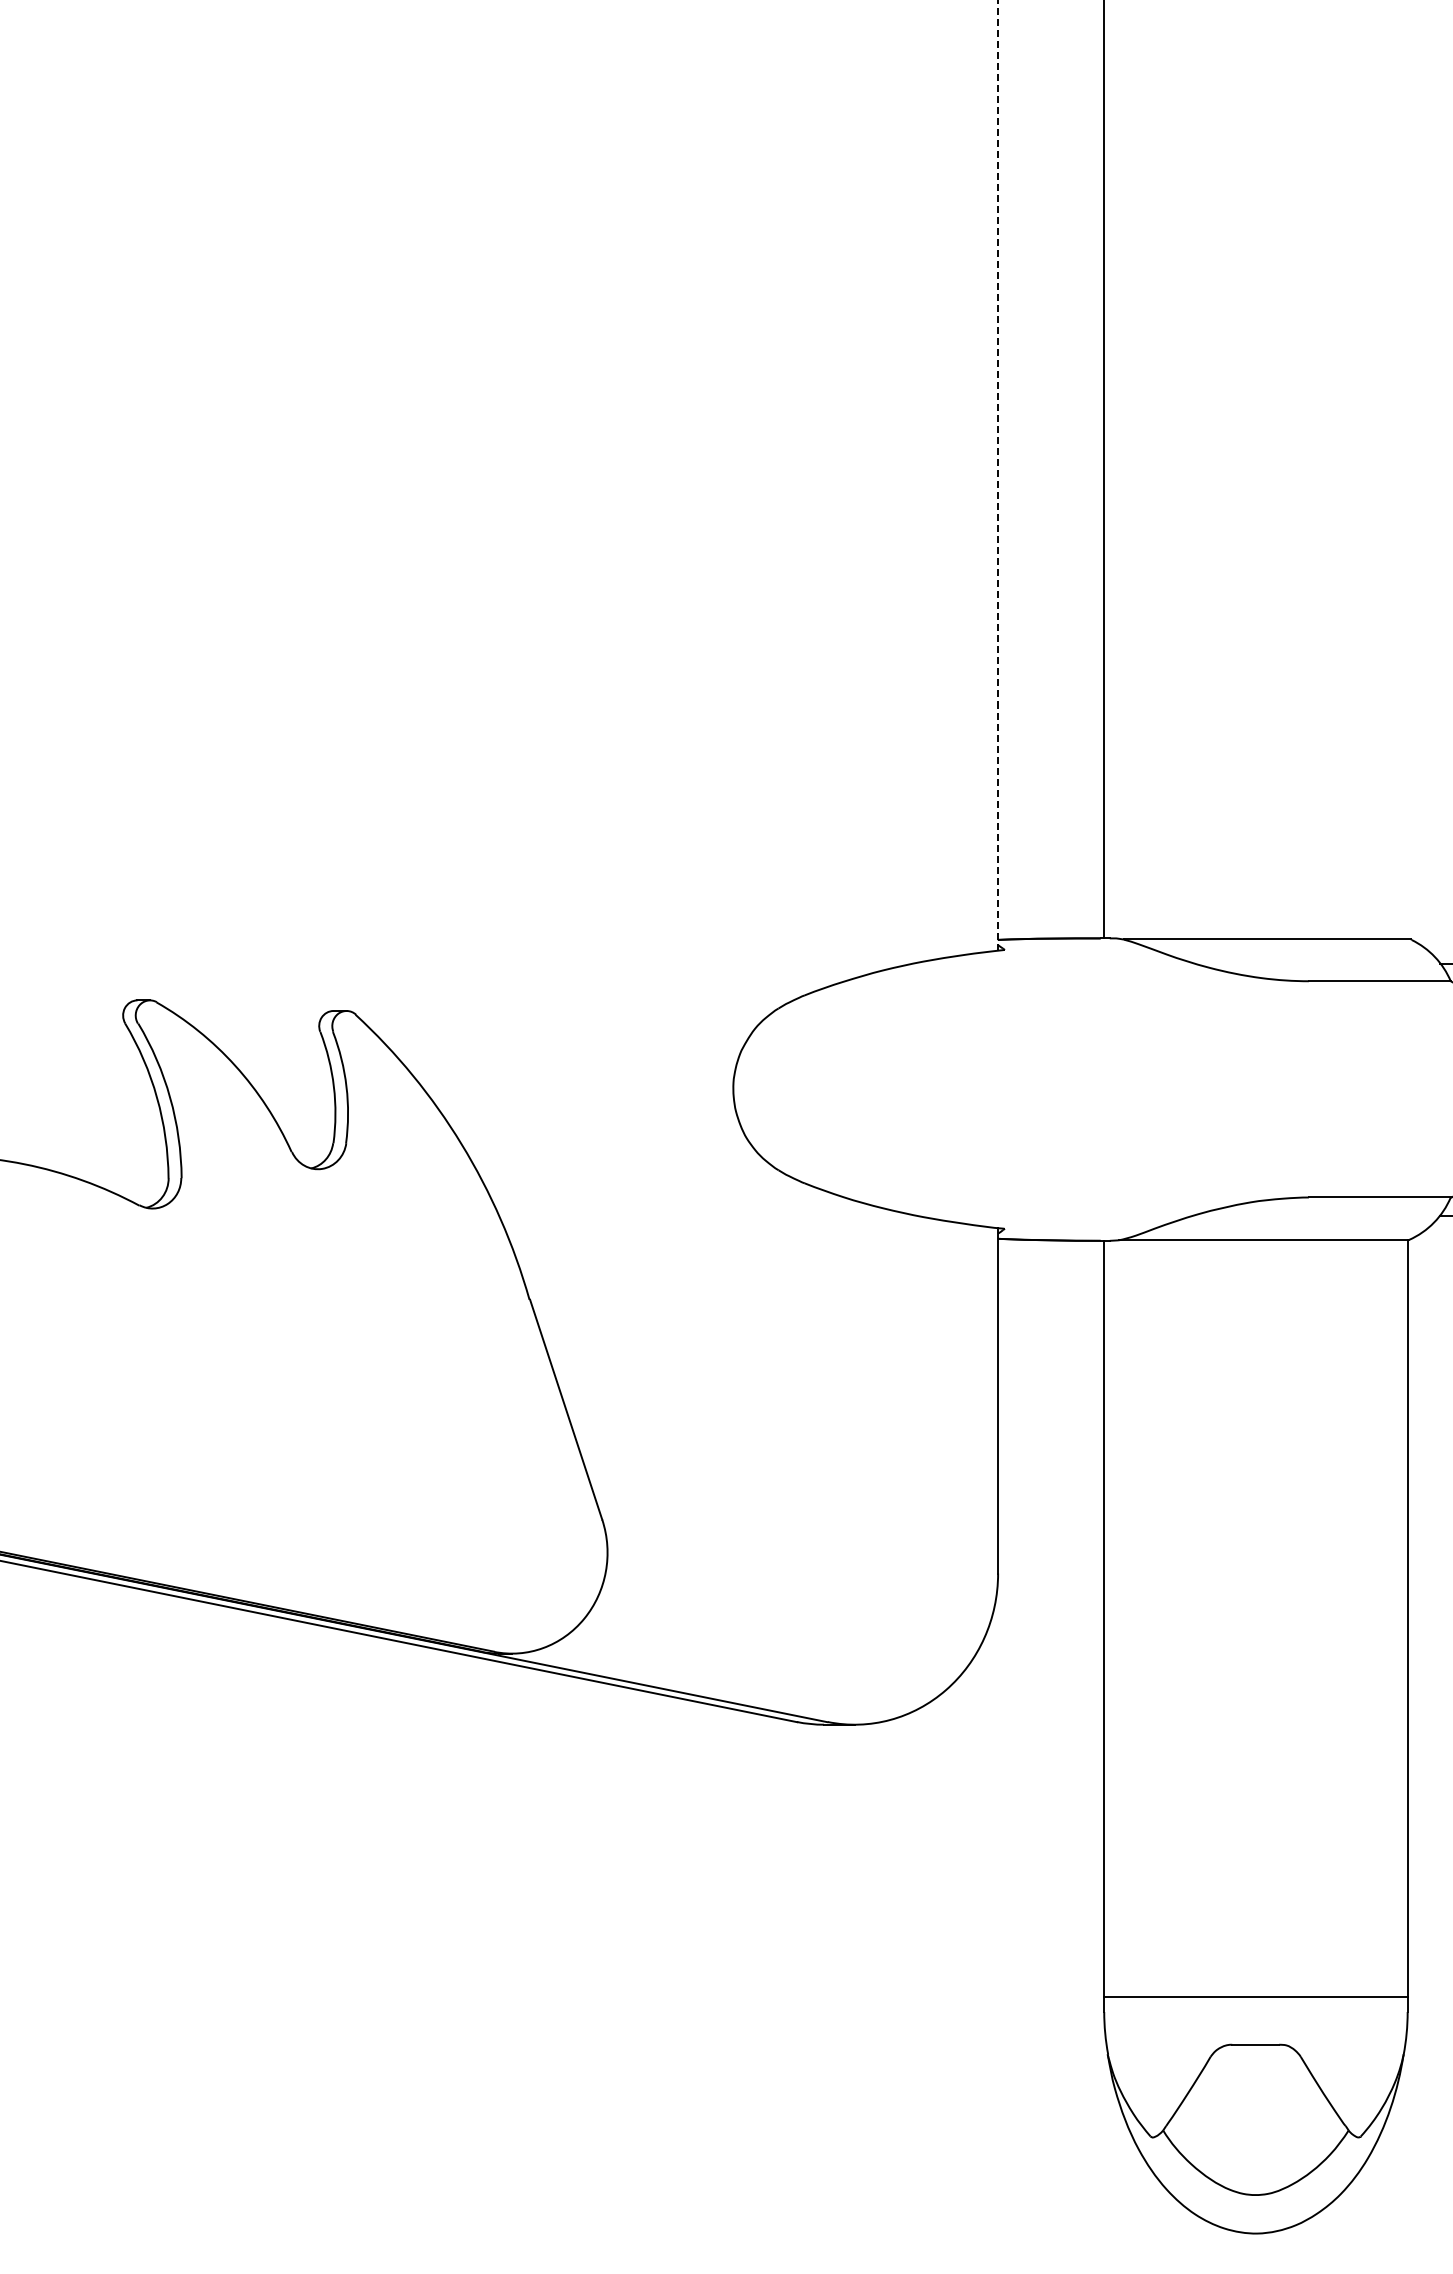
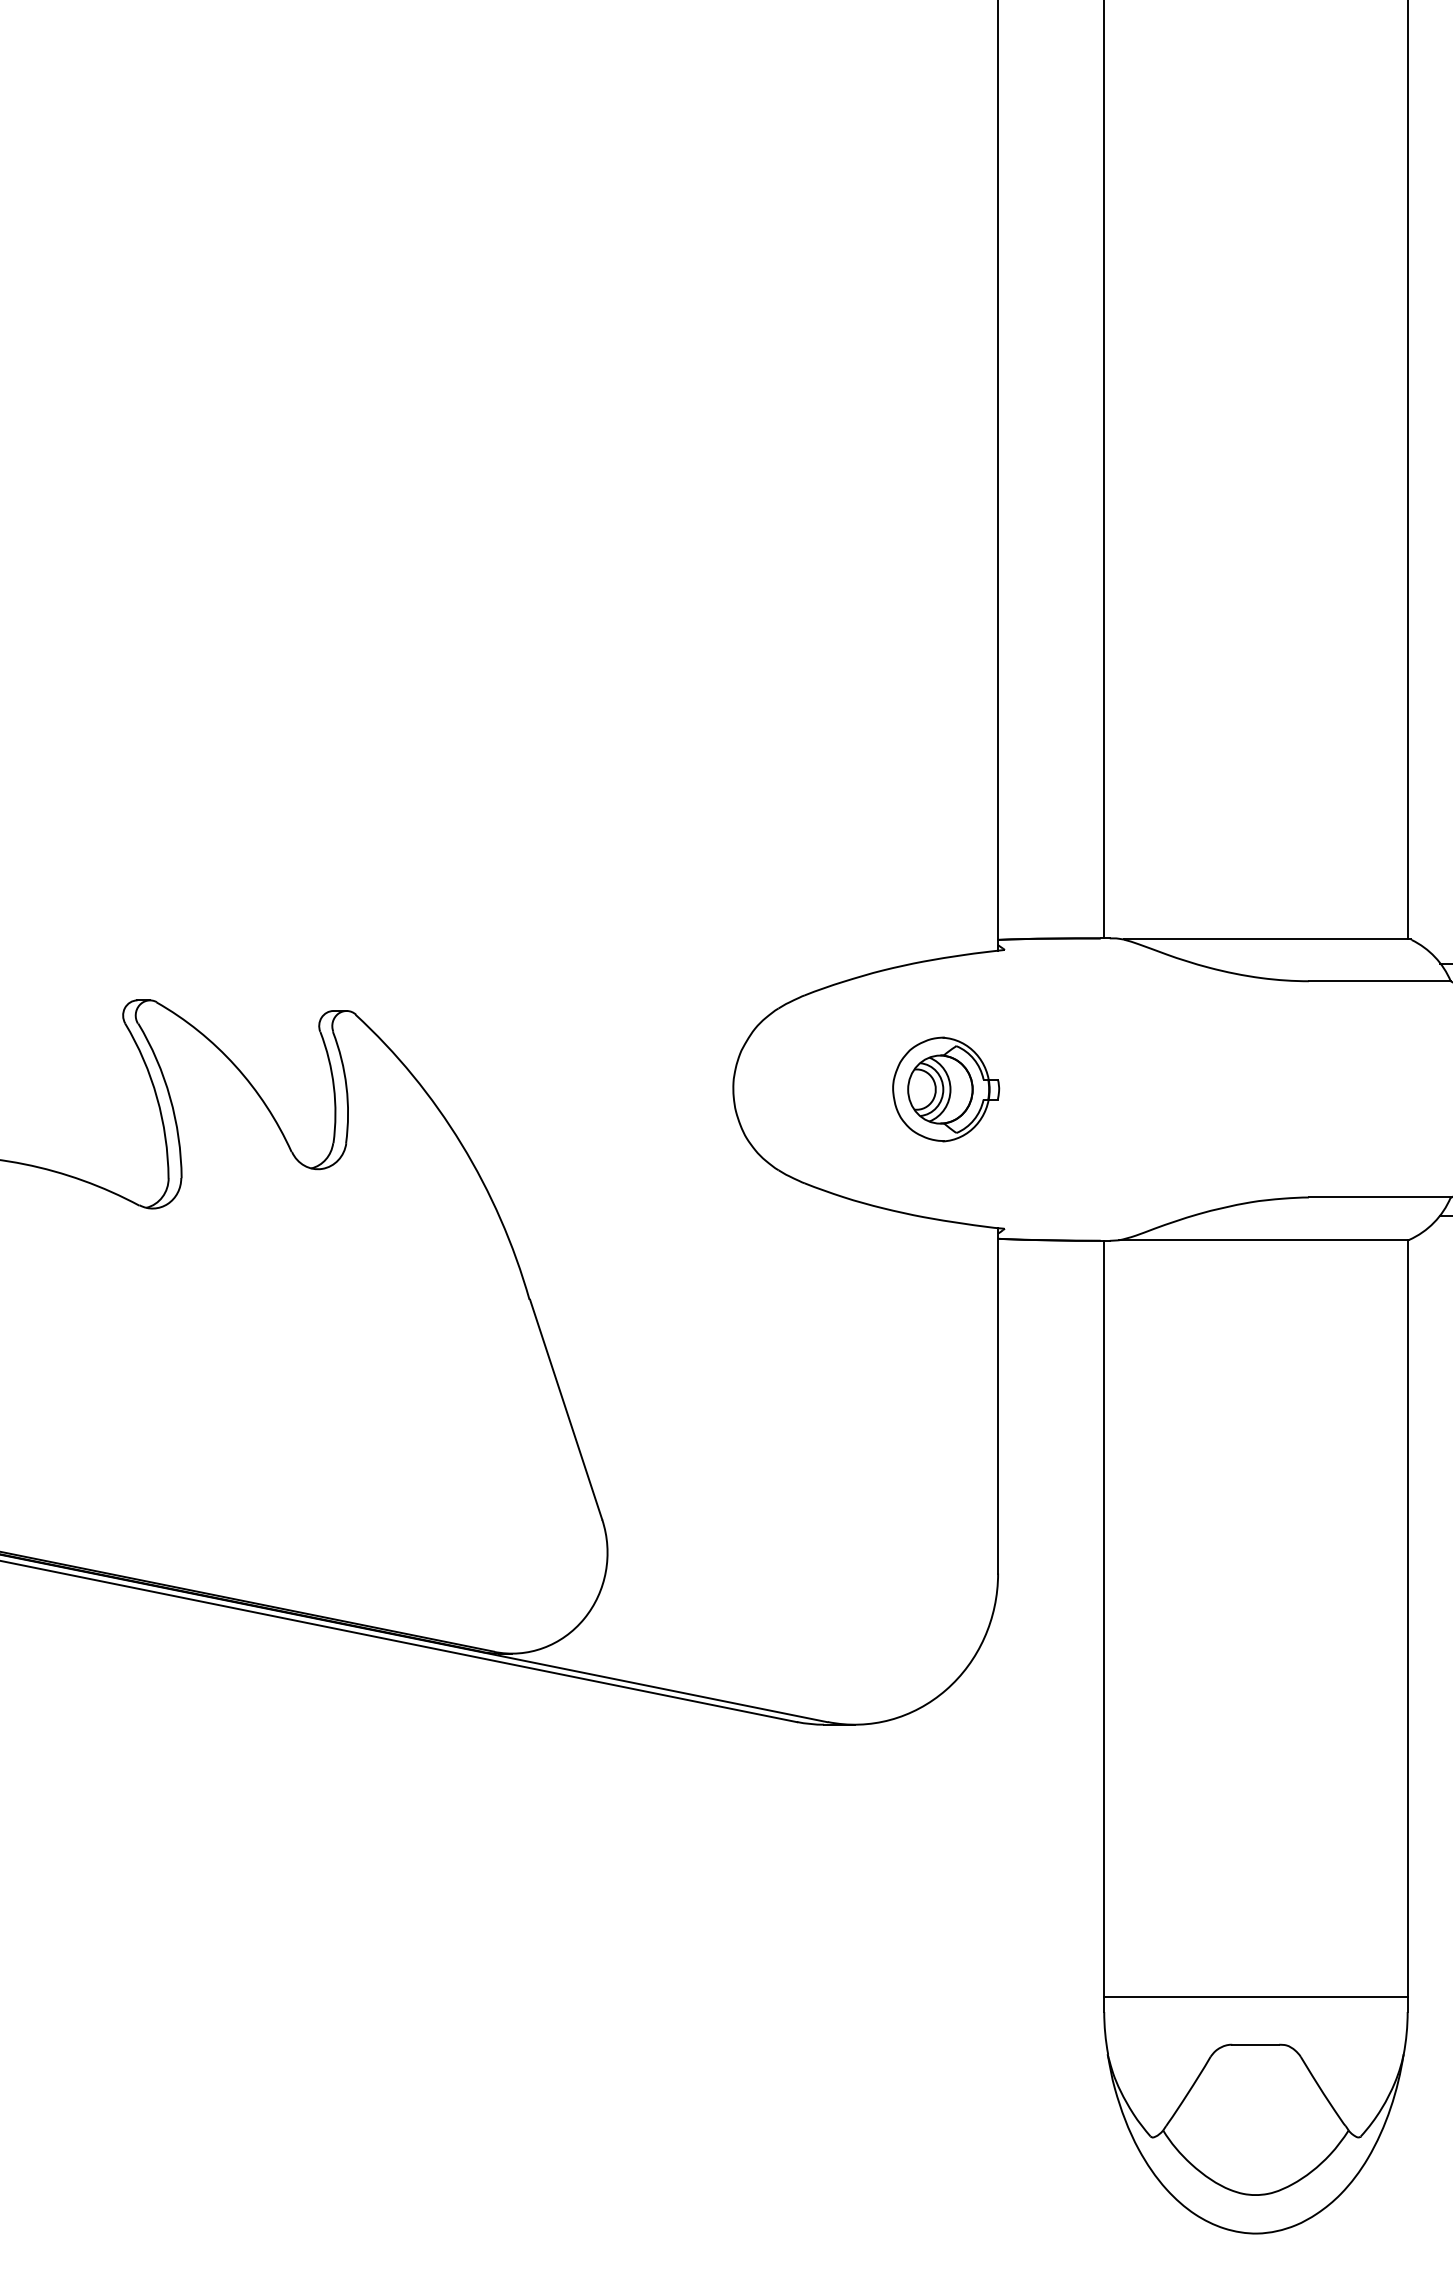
line at (1407, 470): none -> present
line at (997, 475): dashed -> solid
part at (946, 1089): none -> present
